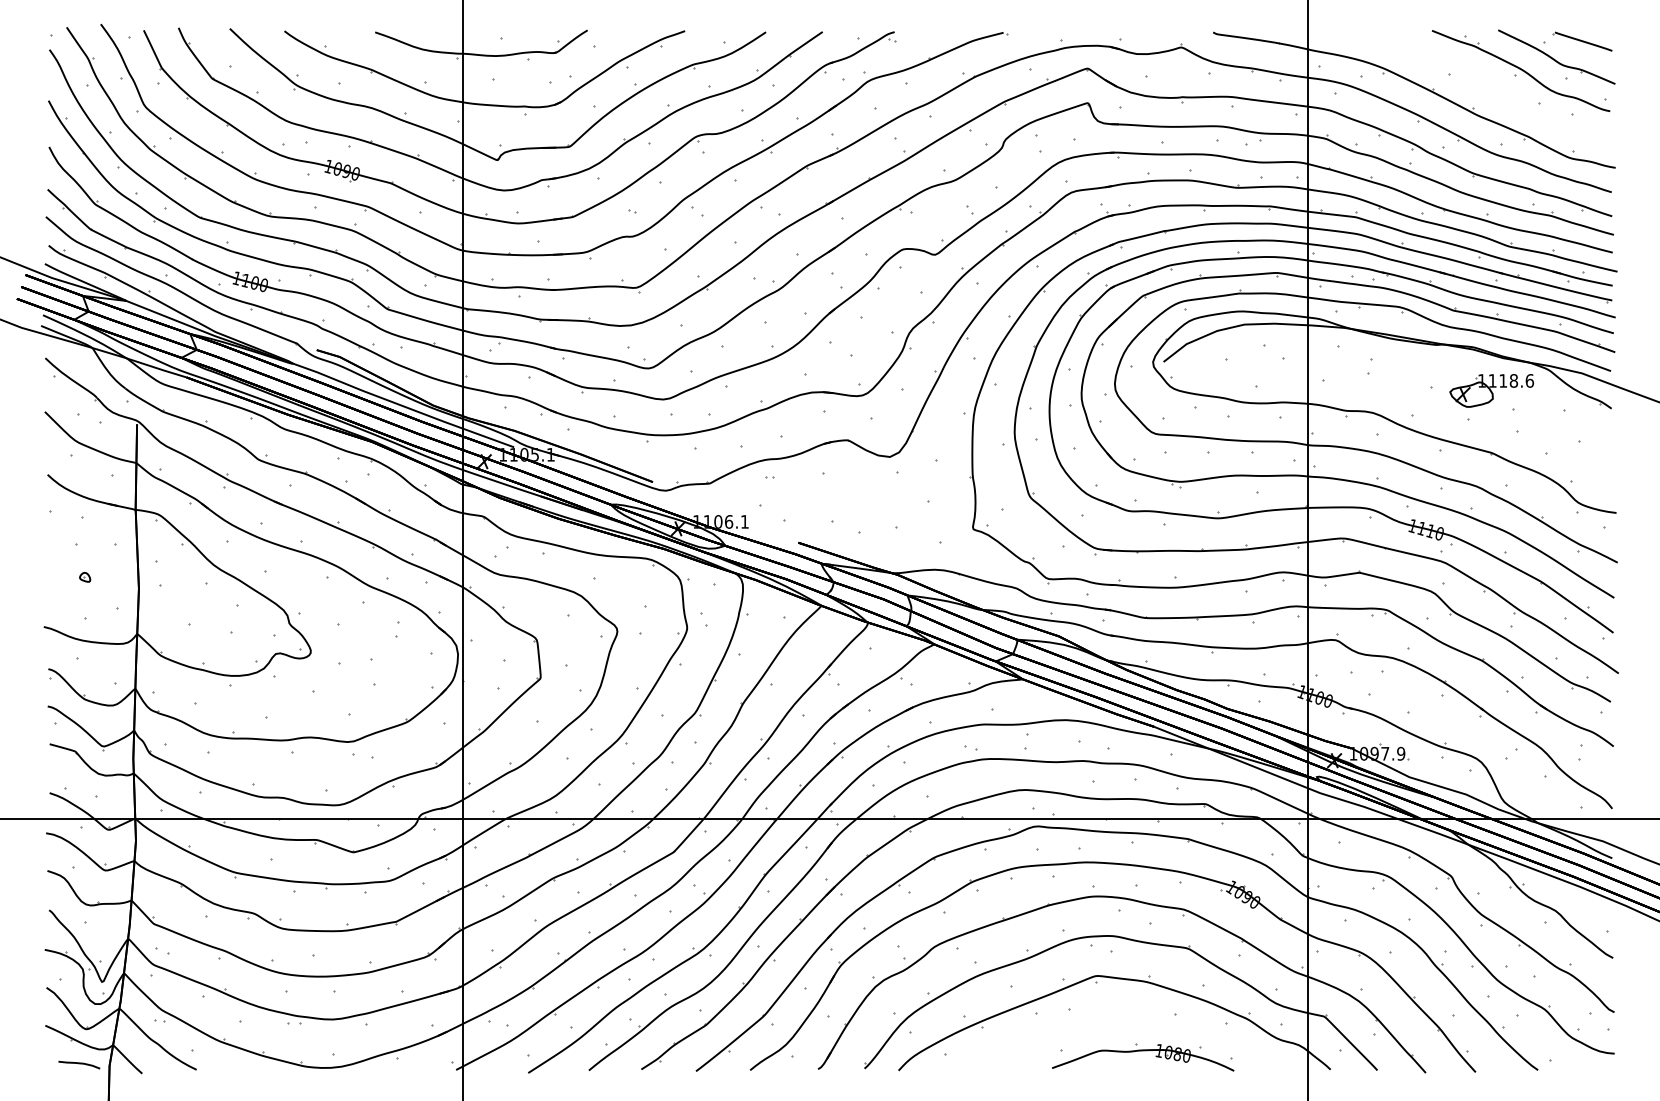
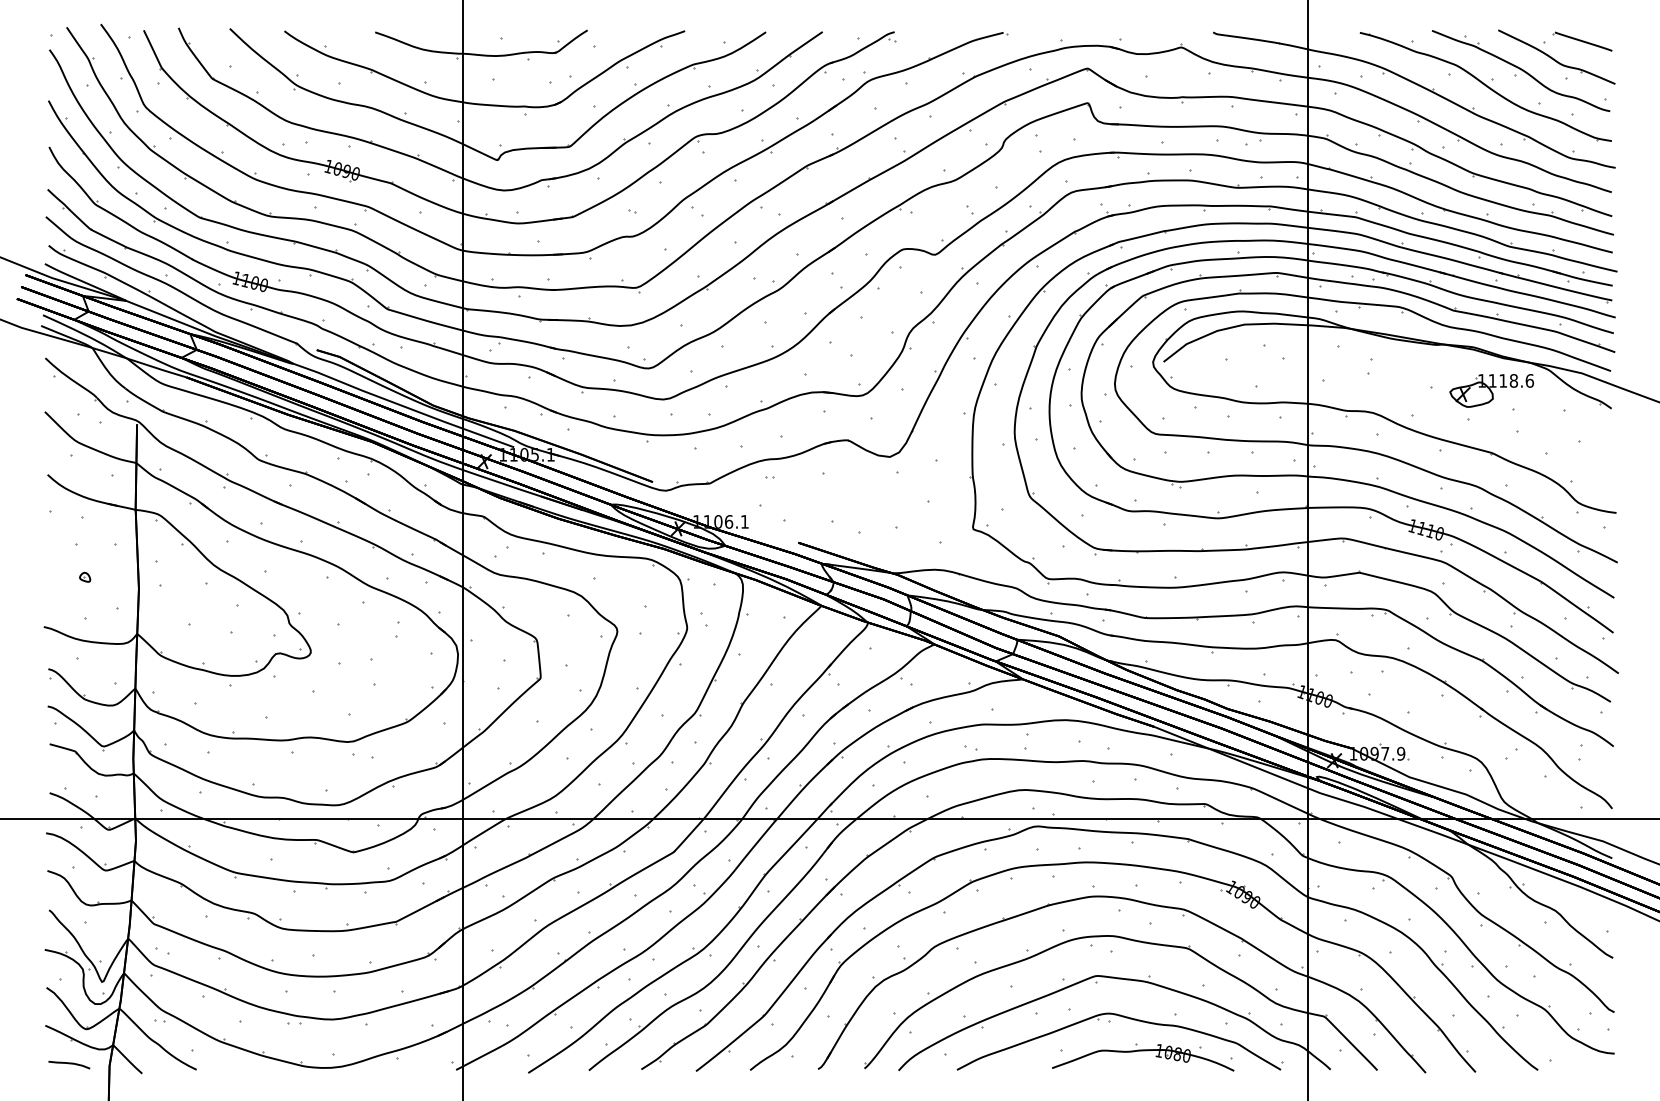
part at (1485, 86): none -> present
part at (1109, 1022): none -> present
curve at (79, 1064) position: (79, 1064) -> (69, 1064)
